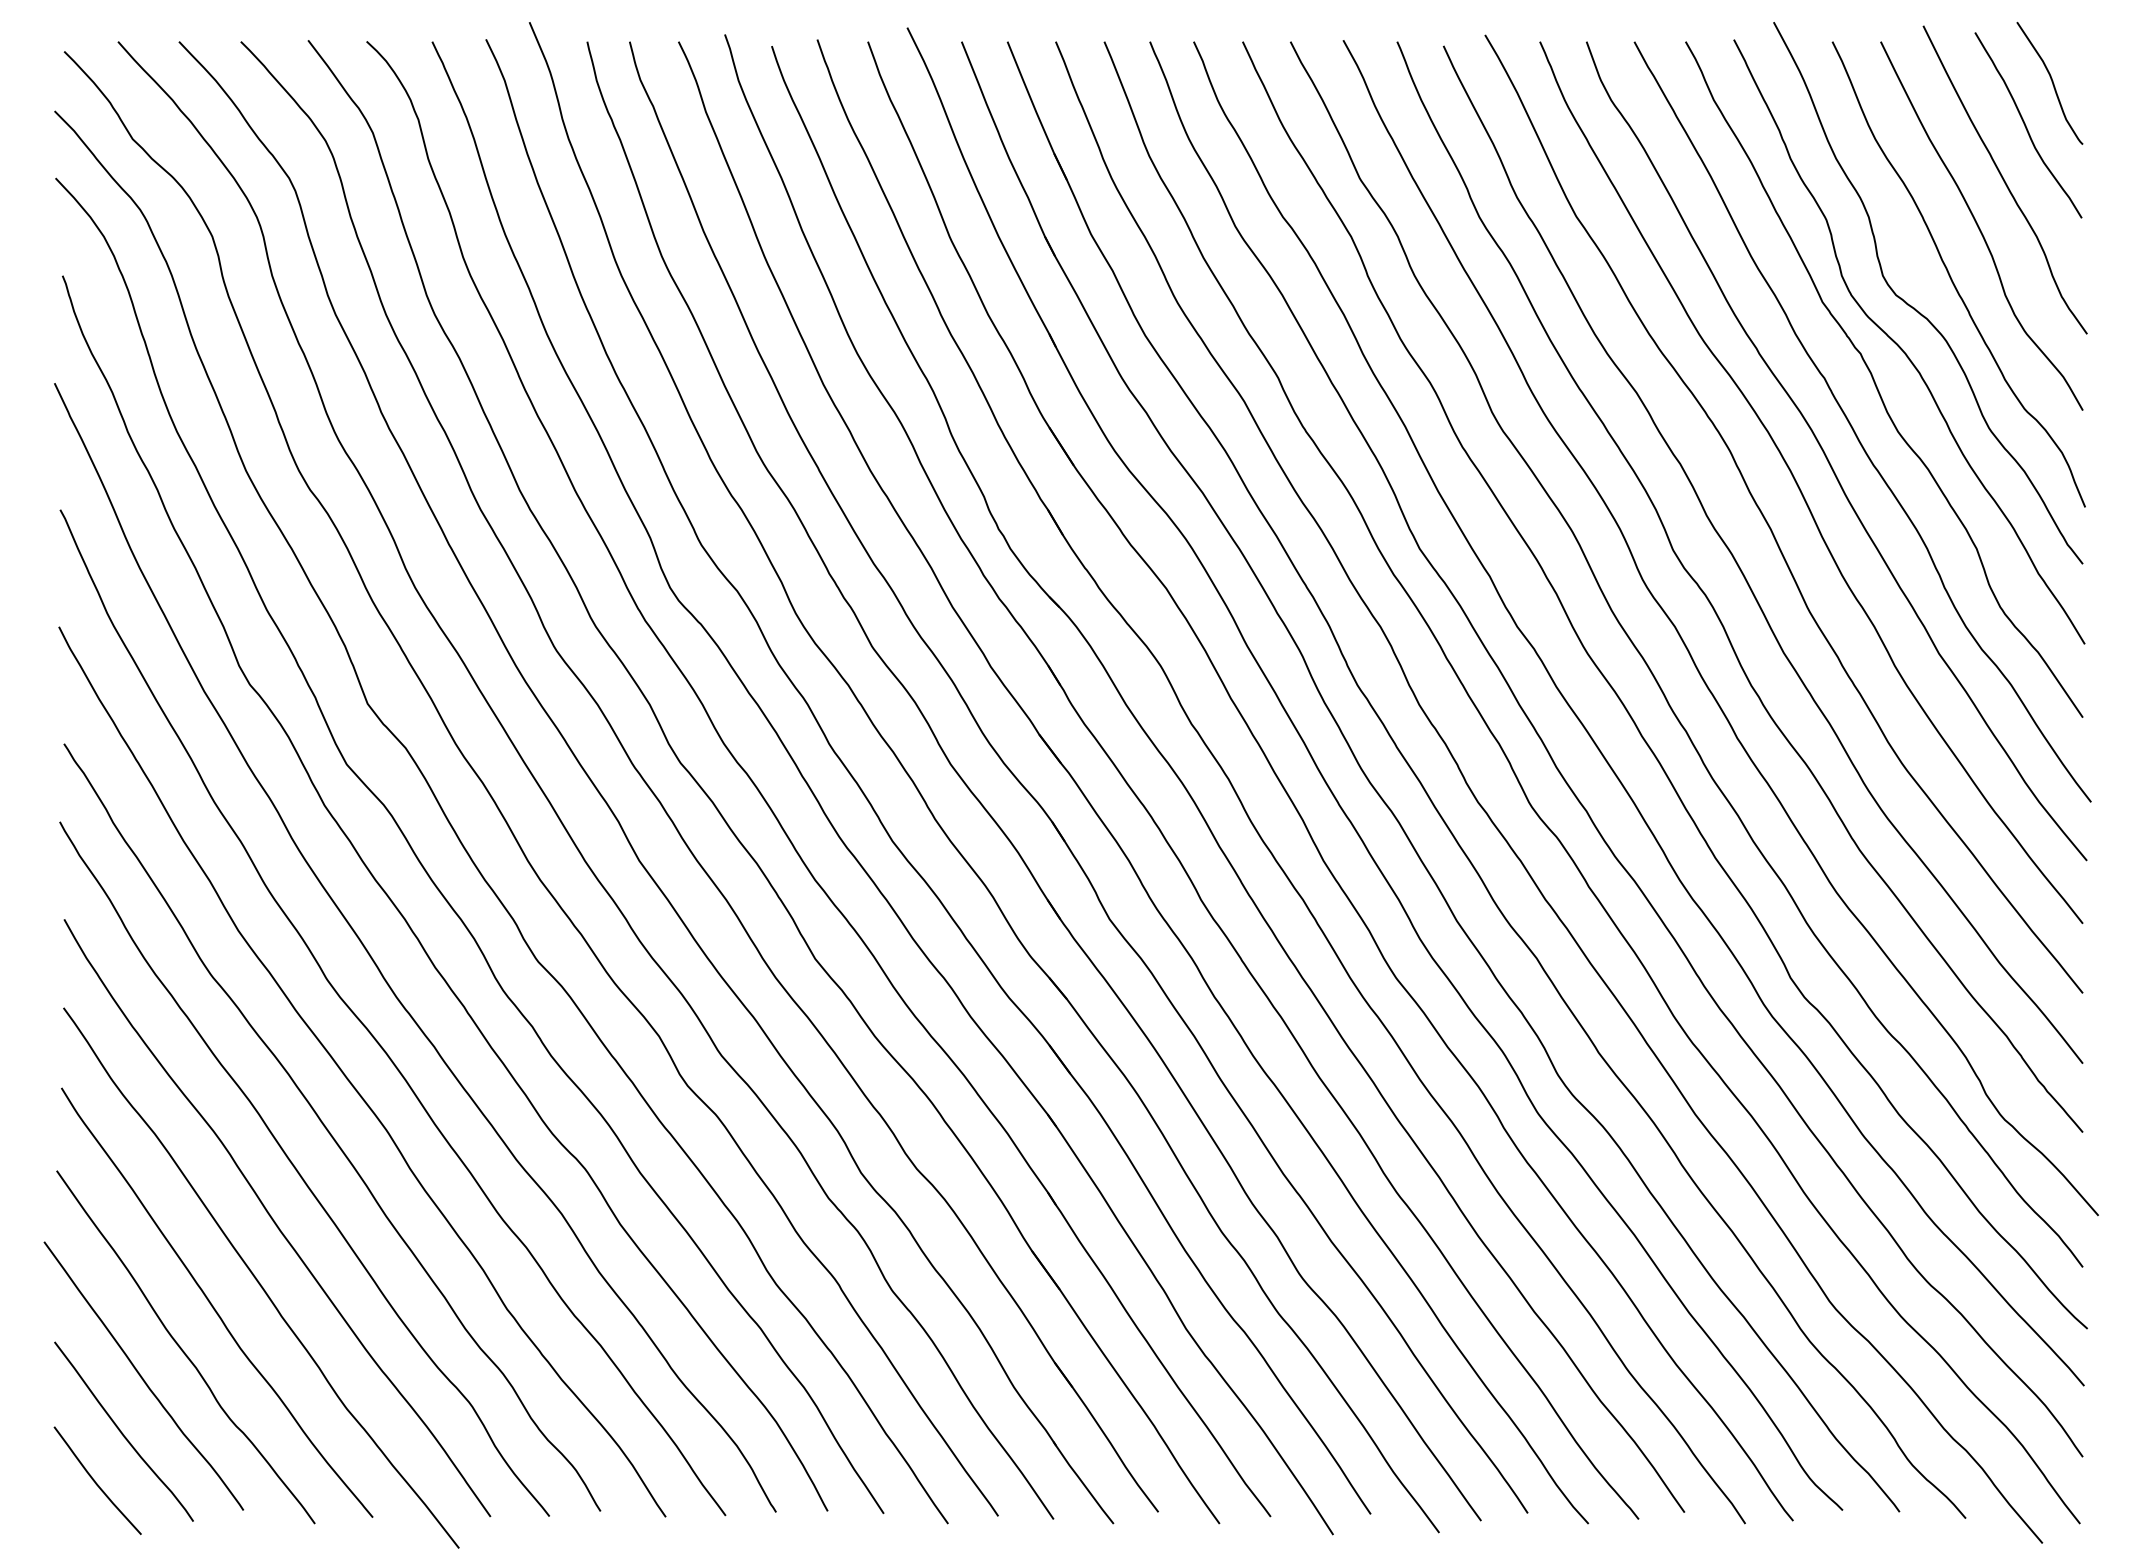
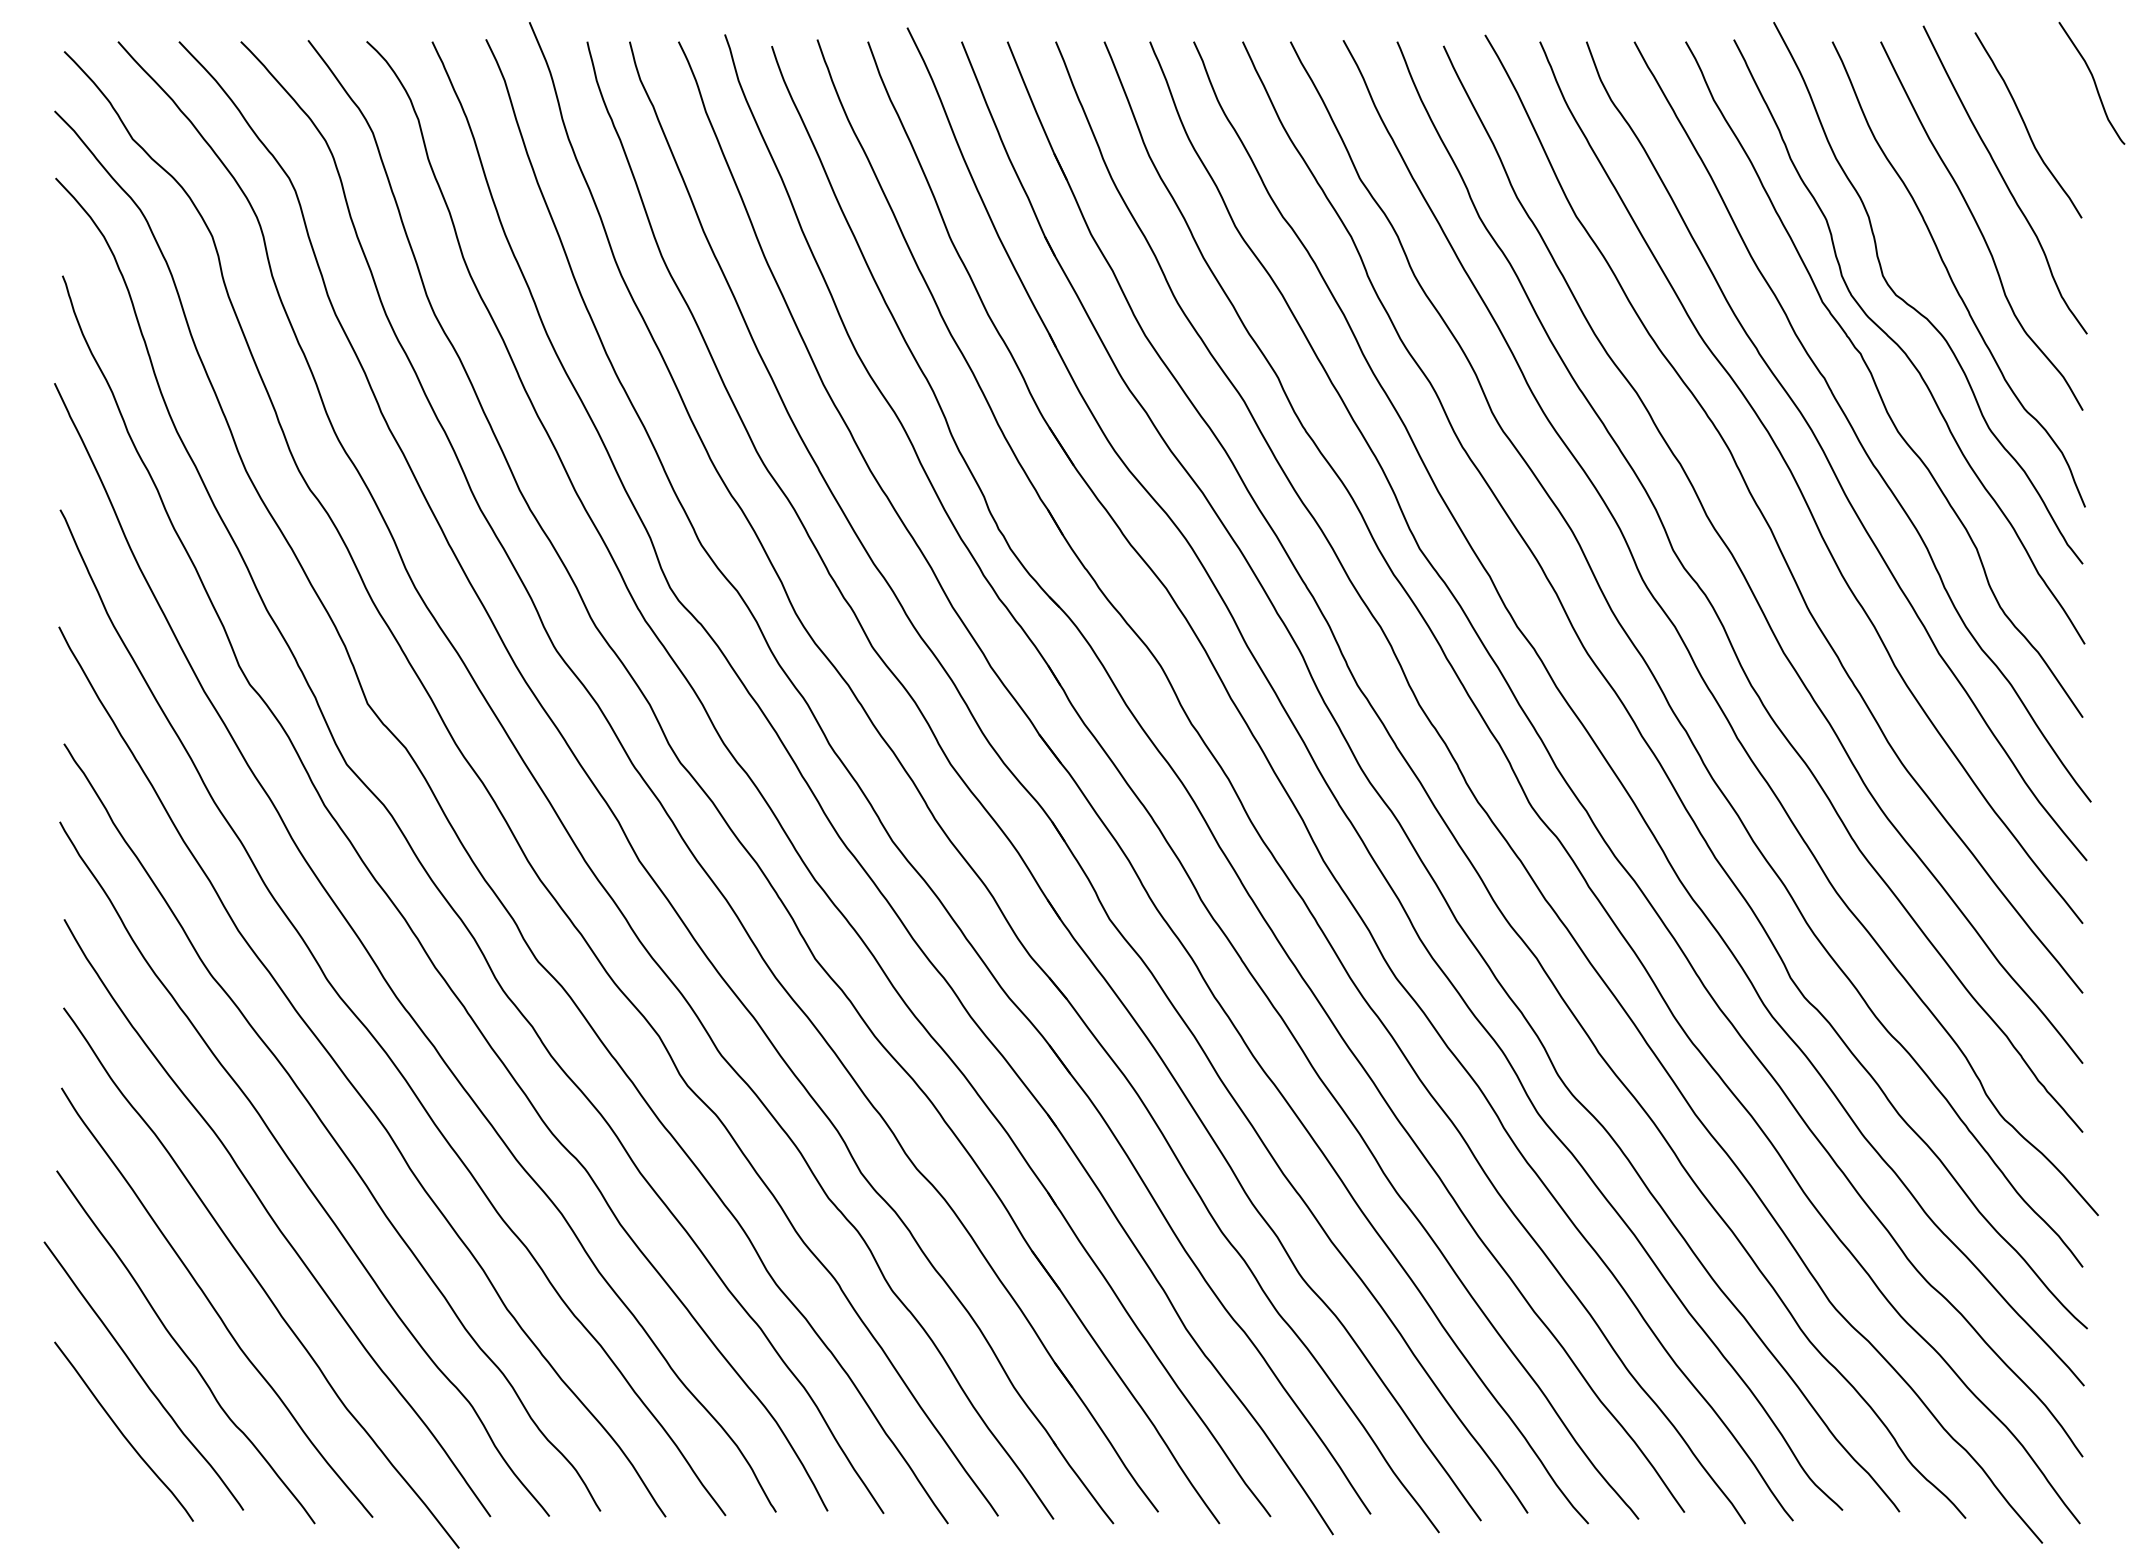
curve at (2051, 82) position: (2051, 82) -> (2093, 82)
curve at (95, 1480): present -> none
